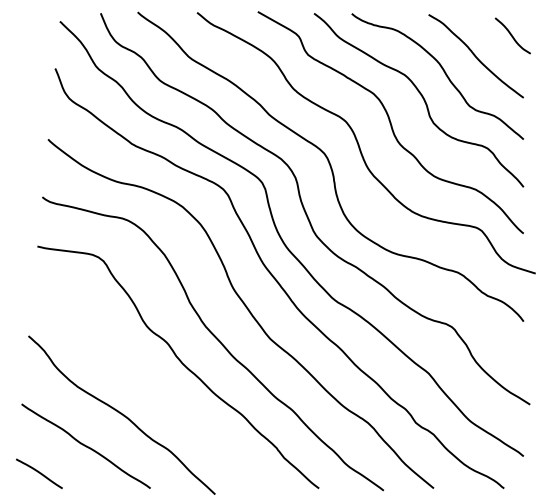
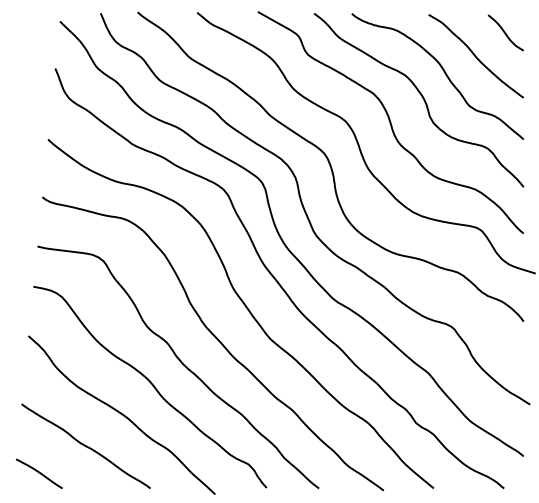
curve at (512, 35) position: (512, 35) -> (505, 32)
curve at (152, 386): none -> present
